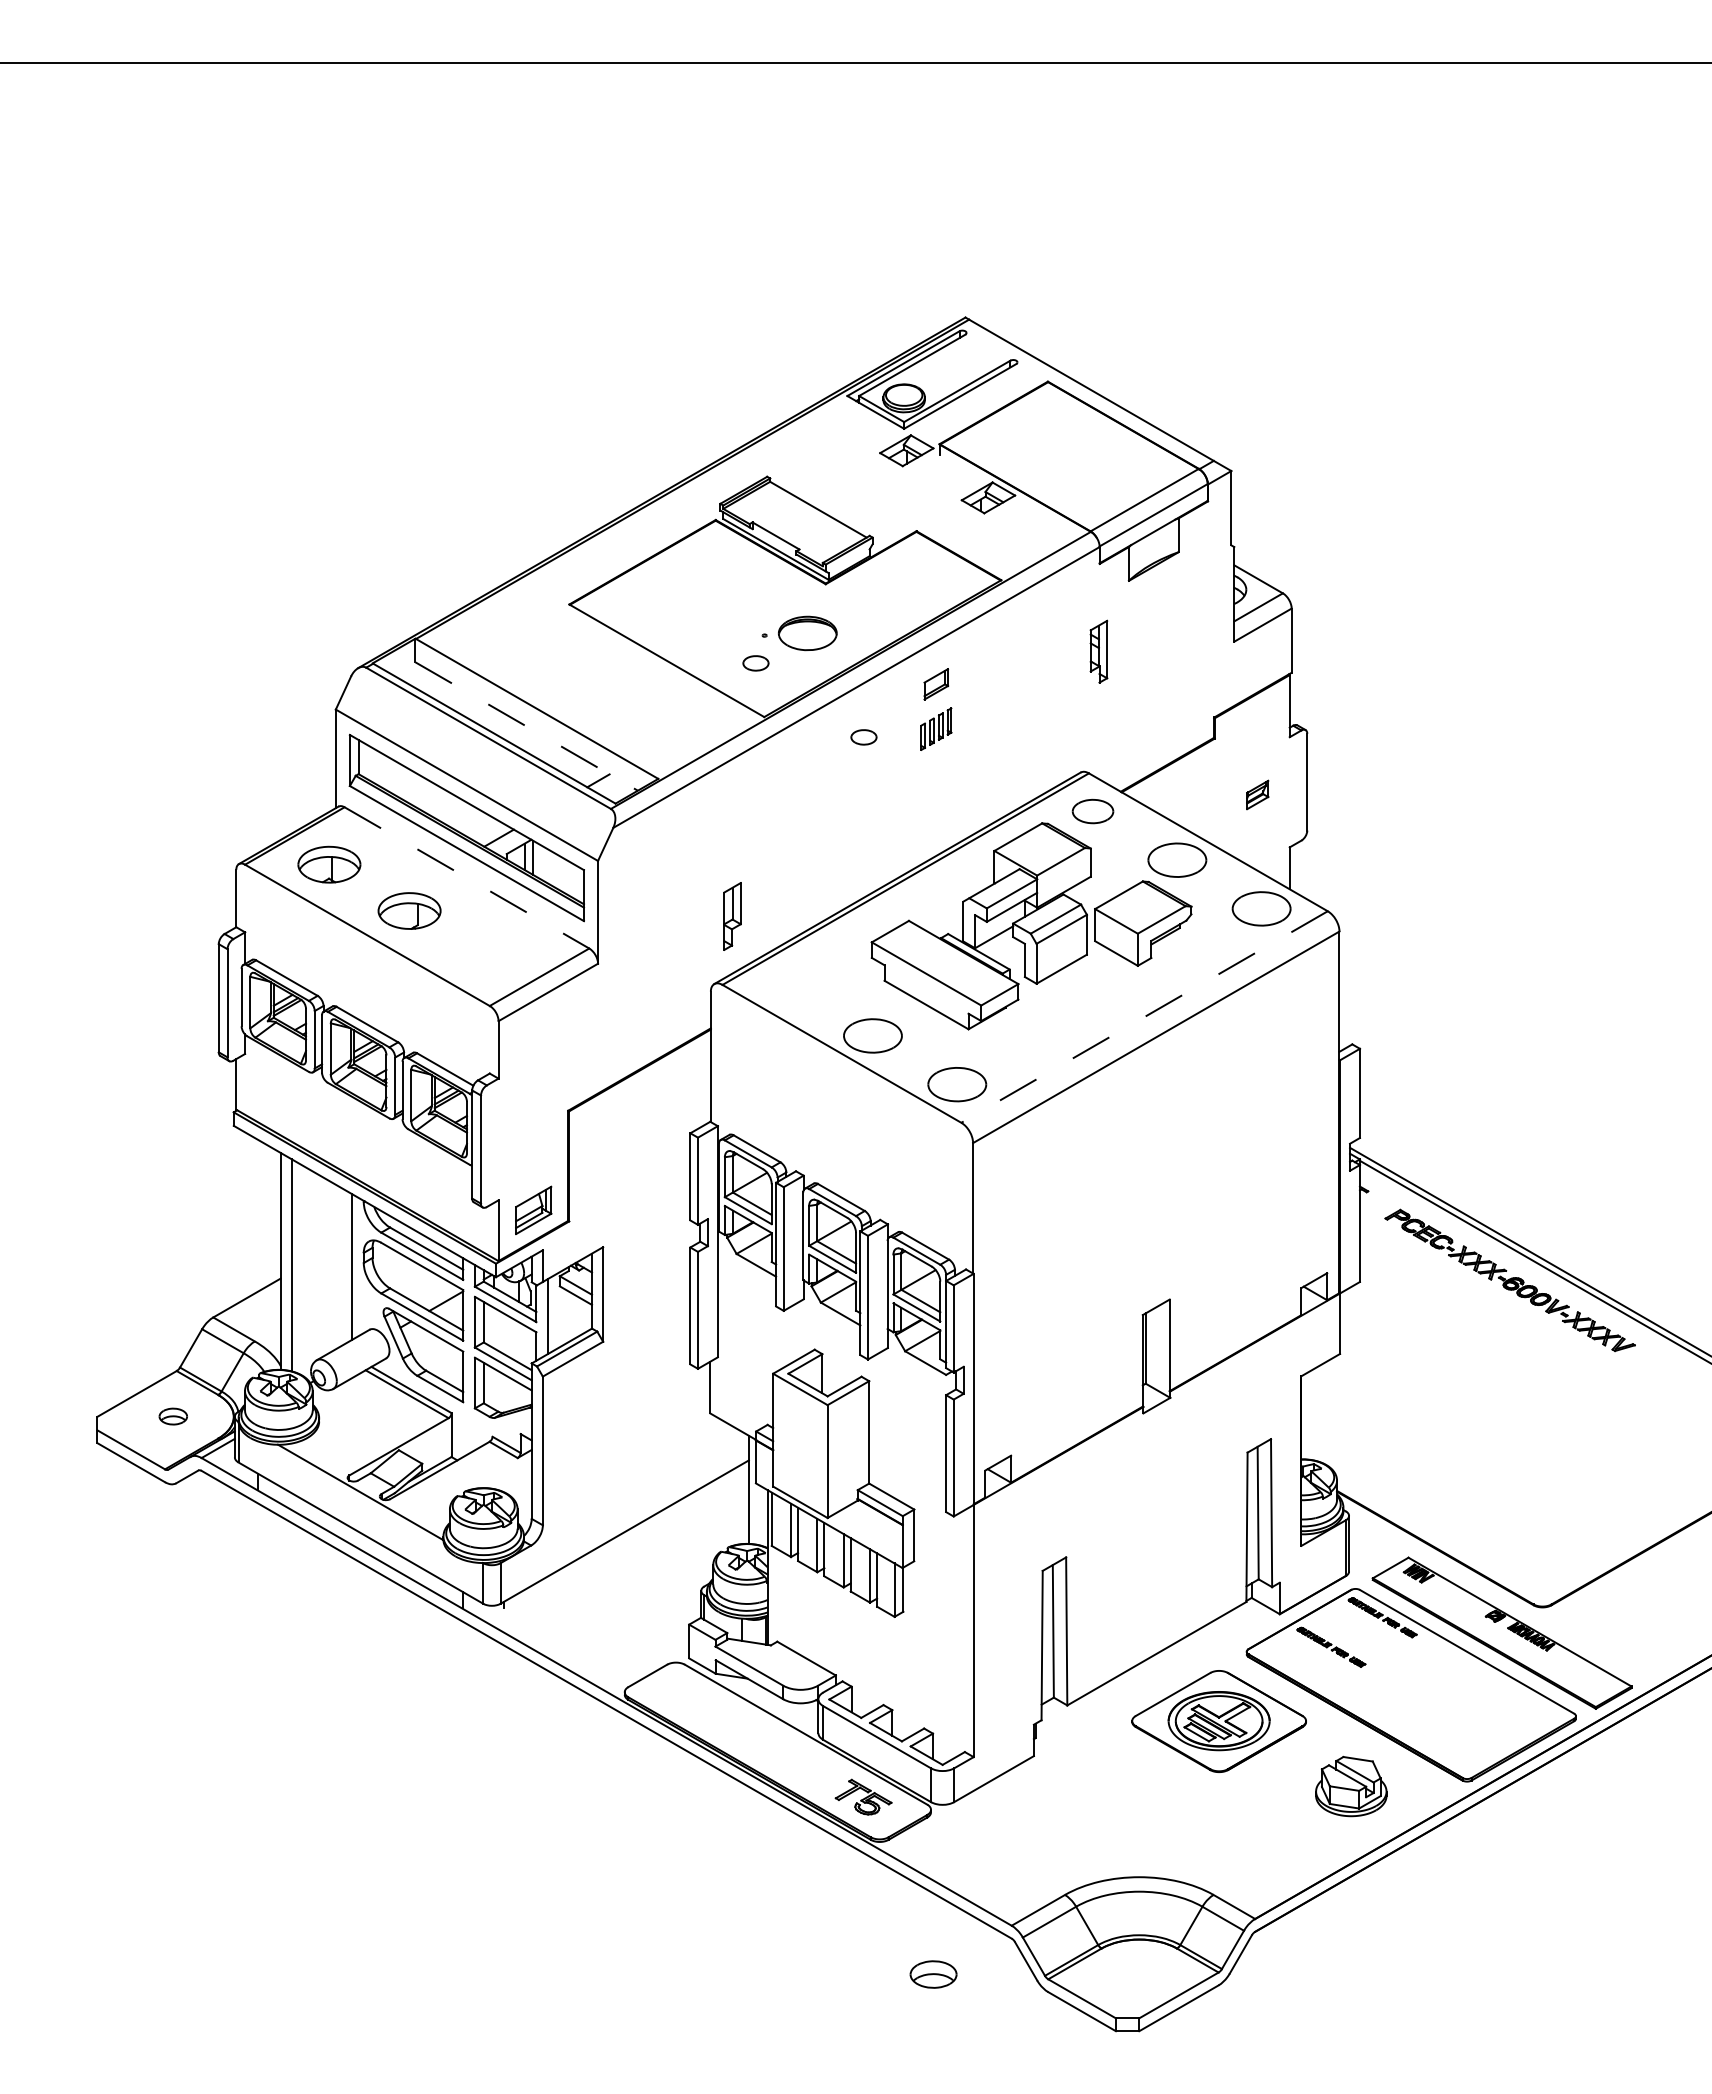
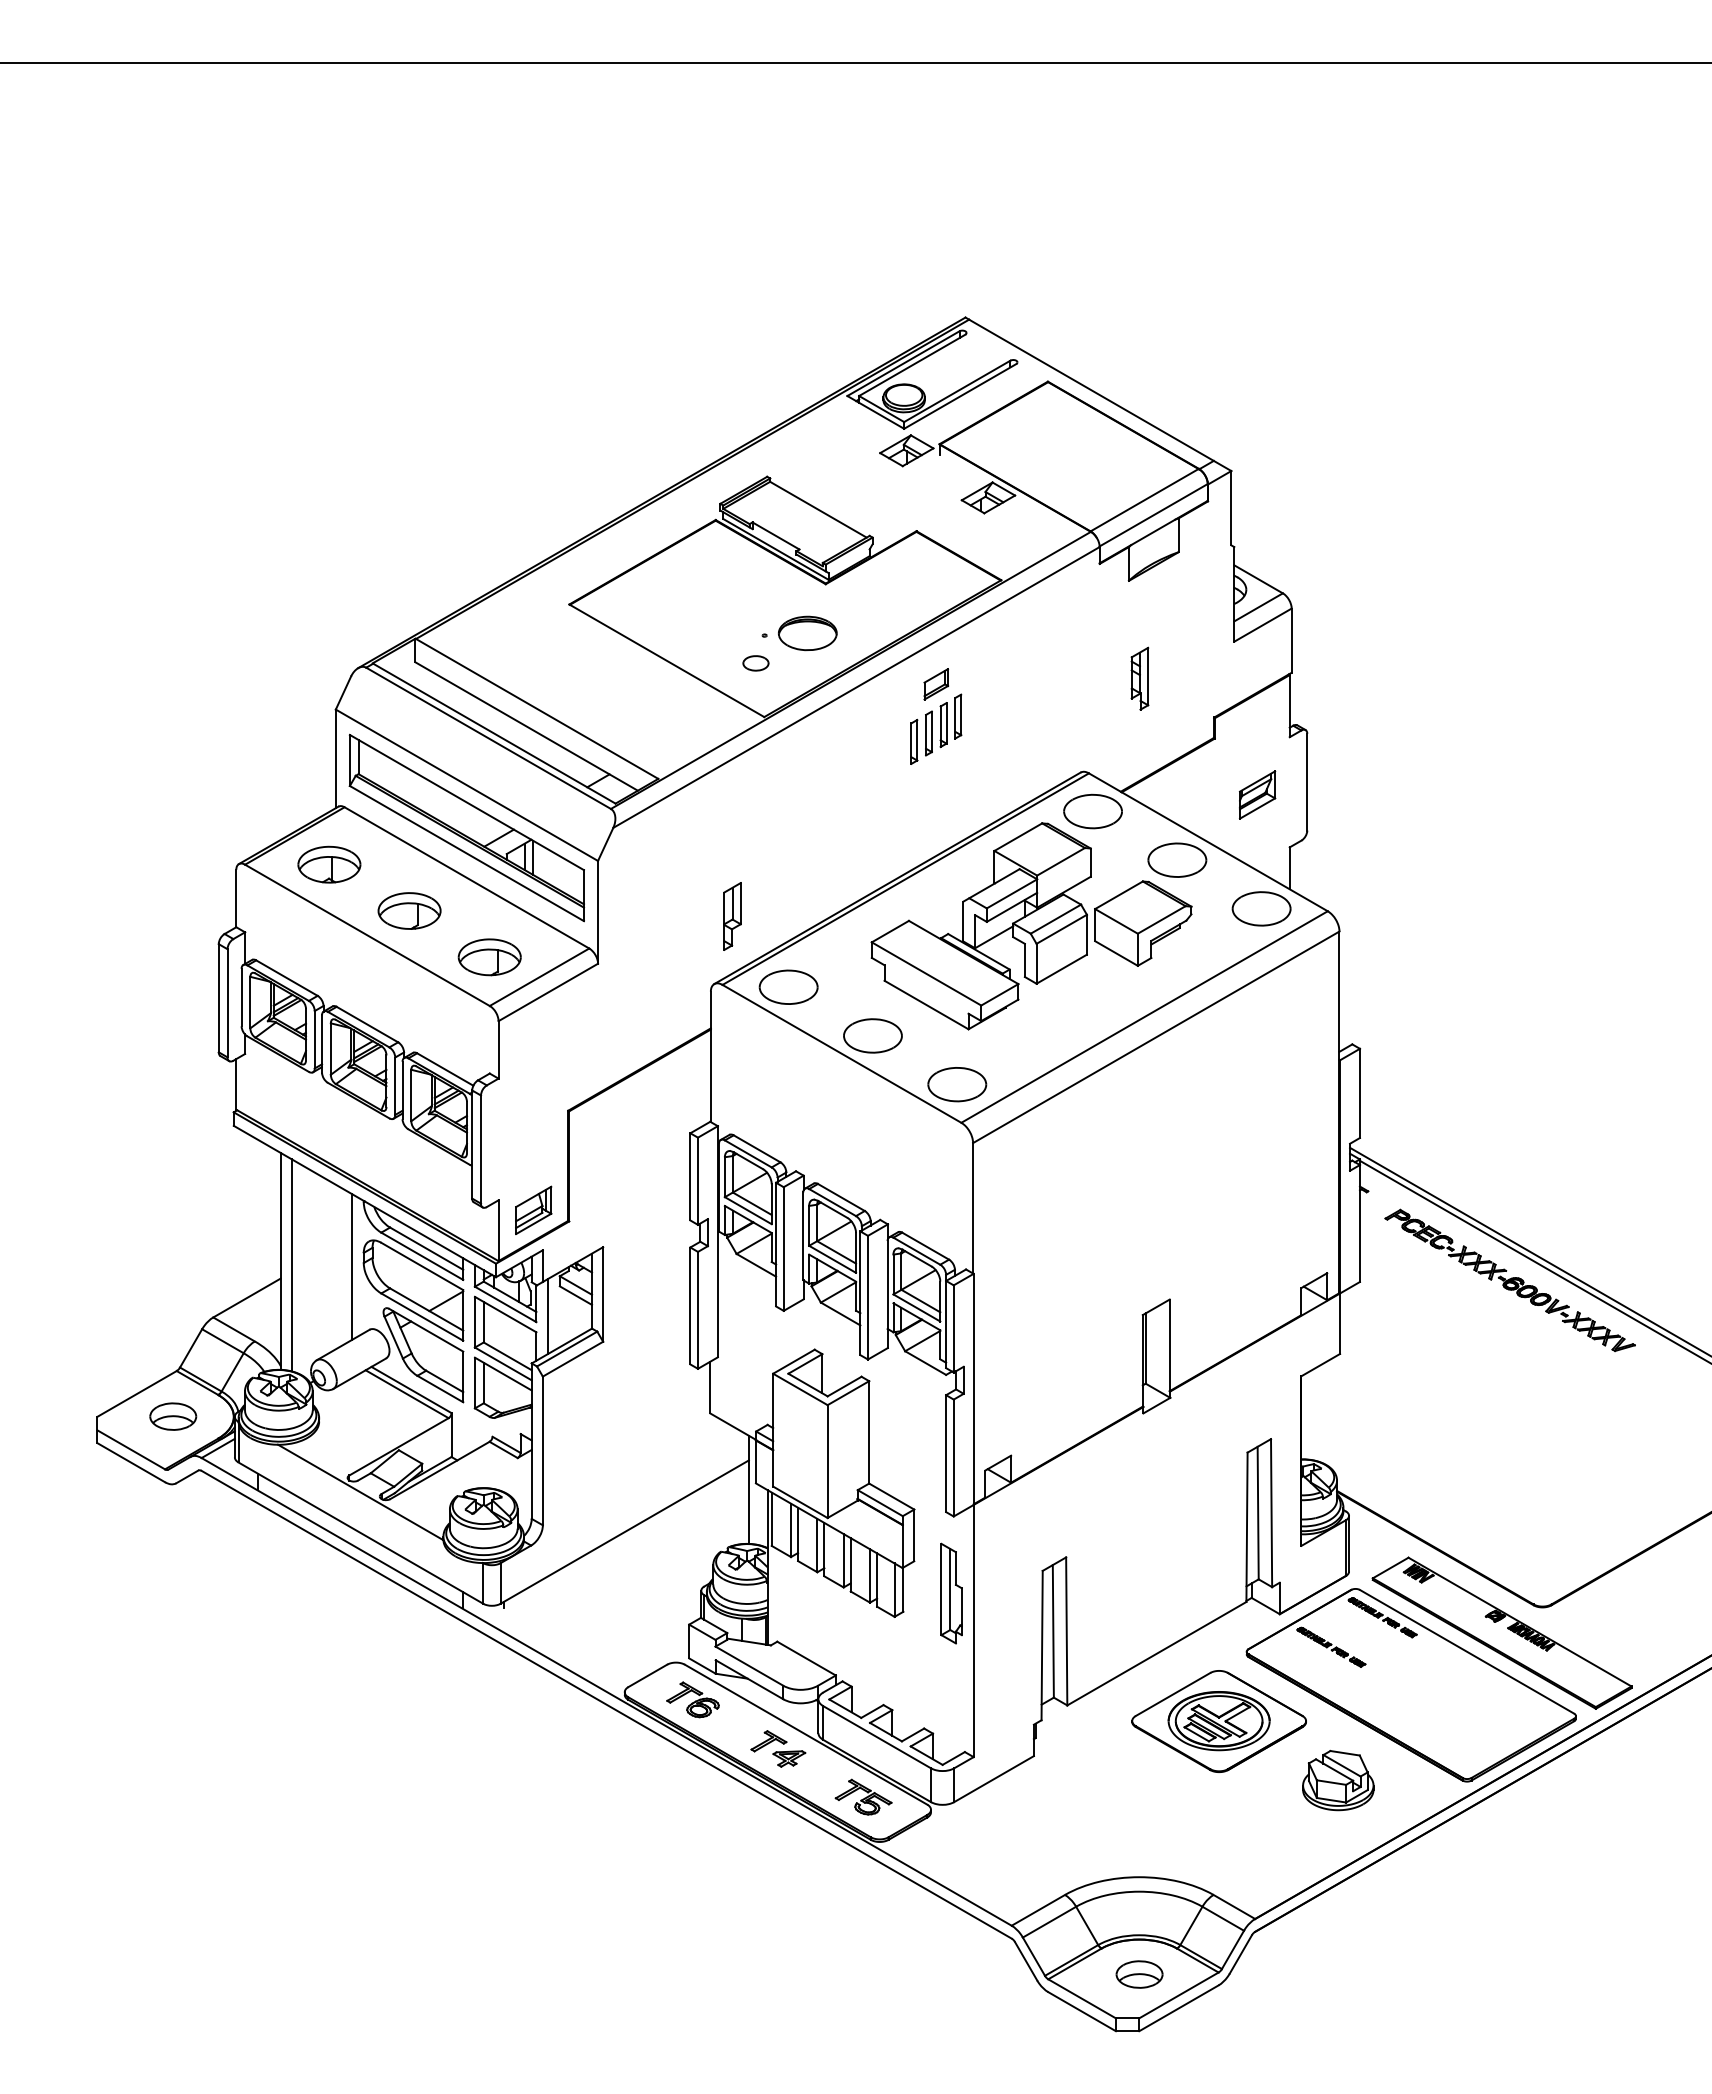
part at (1098, 651) position: (1098, 651) -> (1139, 678)
line at (527, 726): dashed -> solid
part at (936, 728) size: 33x44 px -> 53x72 px
part at (863, 737): present -> none
part at (1257, 794) size: 24x32 px -> 38x50 px
part at (1092, 811) size: 44x27 px -> 60x37 px
line at (467, 878): dashed -> solid
part at (489, 957): none -> present
part at (788, 986): none -> present
line at (1144, 1017): dashed -> solid
part at (172, 1416) size: 30x19 px -> 49x29 px
part at (951, 1593): none -> present
part at (692, 1699): none -> present
part at (778, 1748): none -> present
part at (1351, 1786) position: (1351, 1786) -> (1338, 1780)
part at (933, 1974) position: (933, 1974) -> (1139, 1974)
